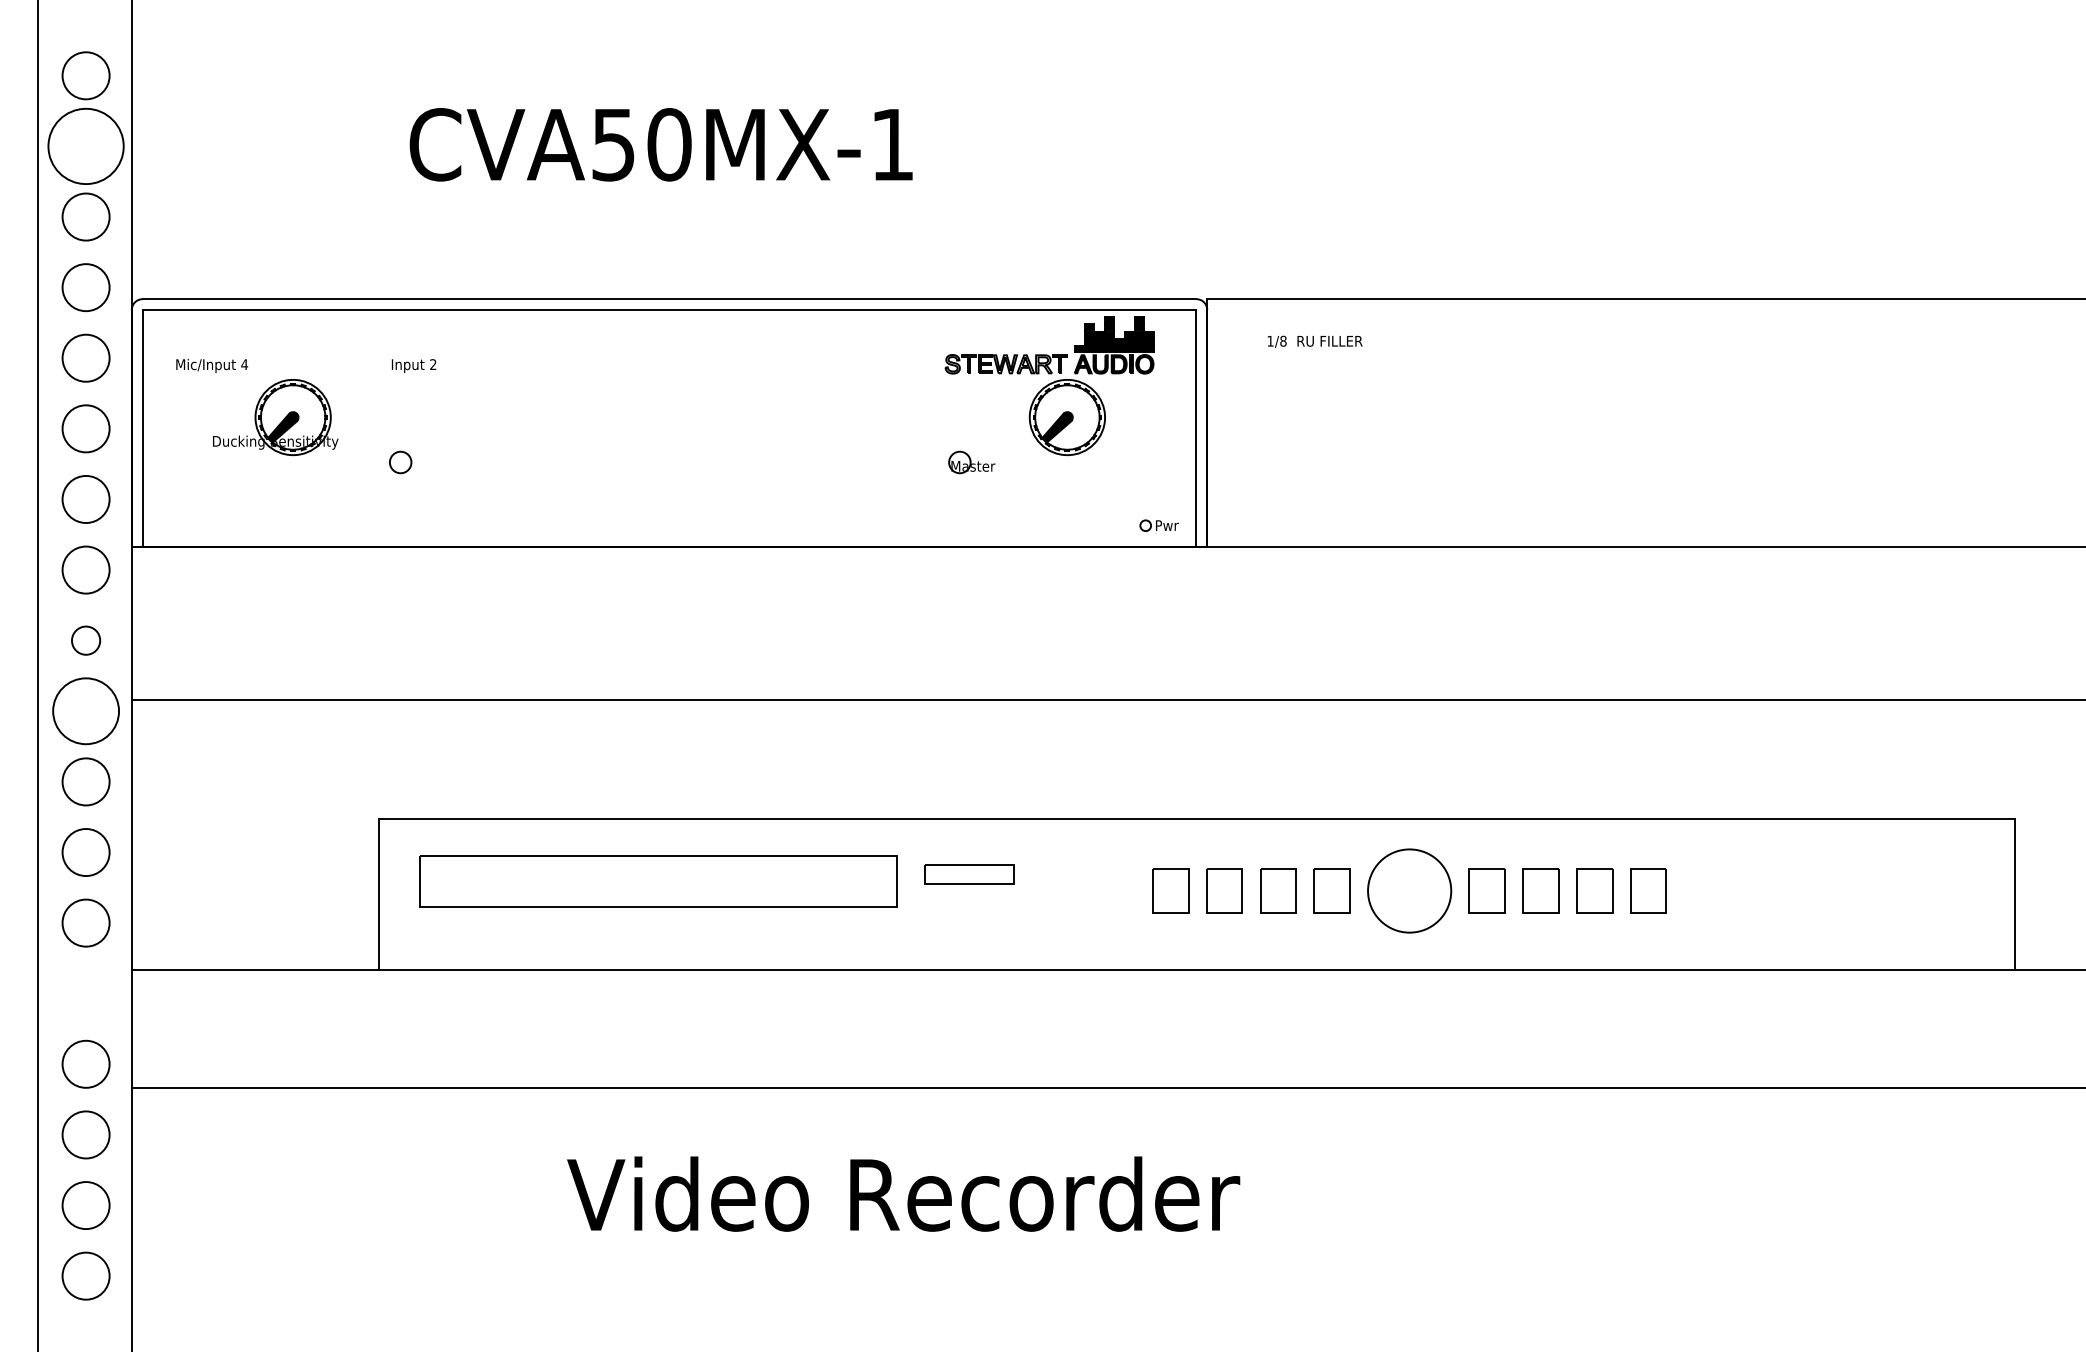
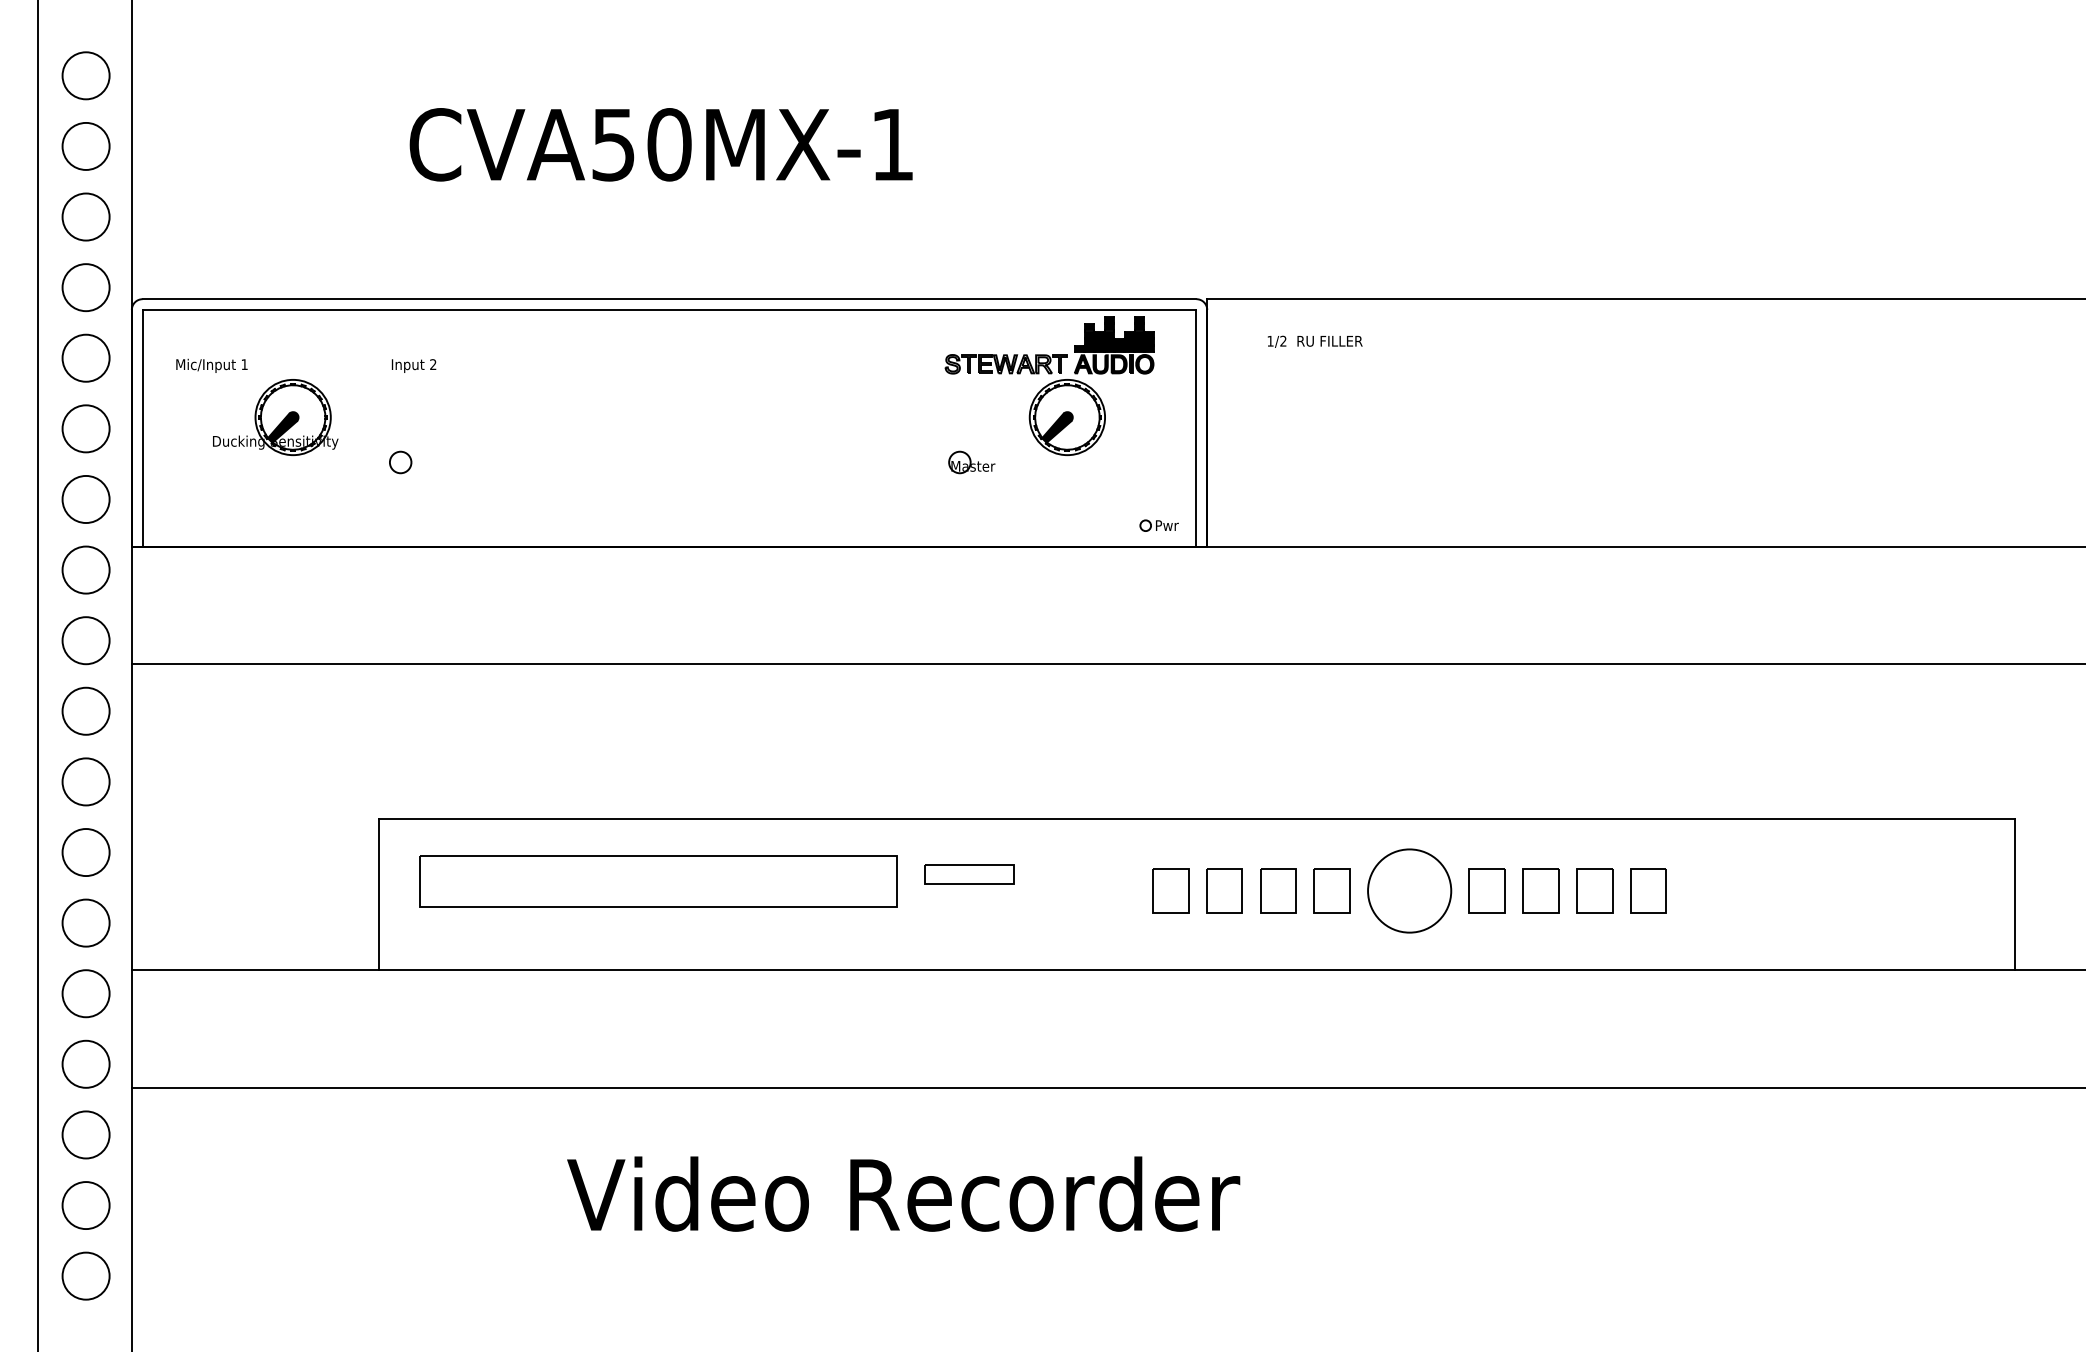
circle at (85, 146) diameter: 75 px -> 47 px
text at (1283, 340): 1/8 -> 1/2
text at (244, 364): 4 -> 1
circle at (85, 640) diameter: 28 px -> 47 px
line at (1106, 700) position: (1106, 700) -> (1106, 664)
circle at (86, 711) diameter: 66 px -> 47 px
circle at (85, 993): none -> present
